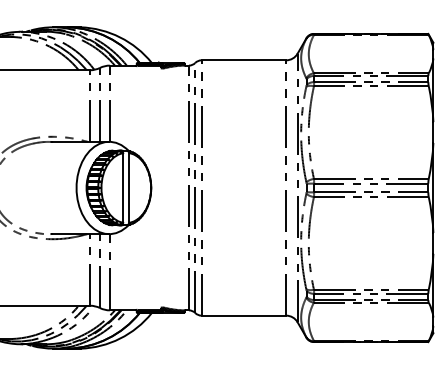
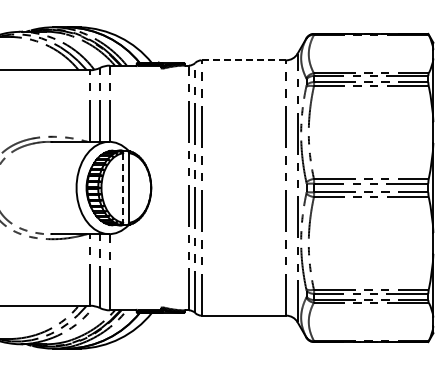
line at (243, 60): solid -> dashed
line at (123, 187): solid -> dashed
